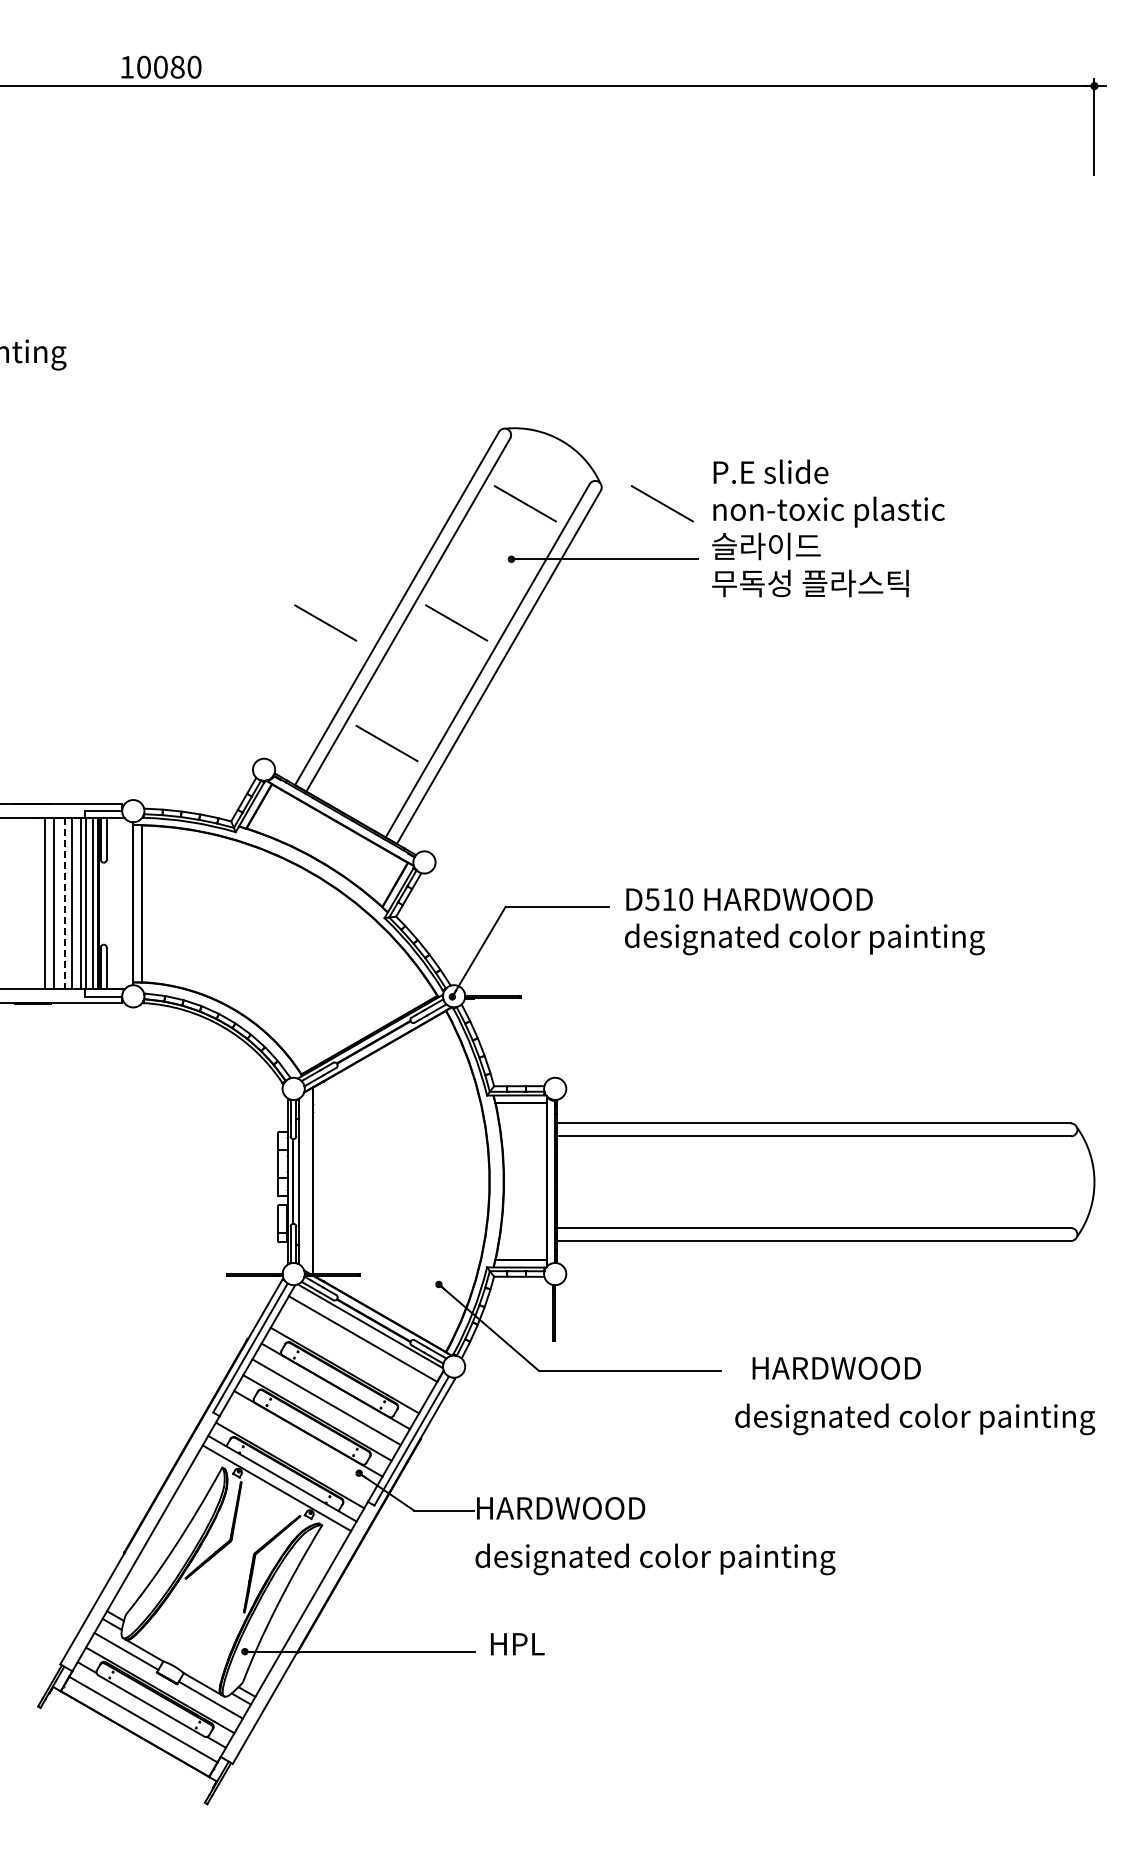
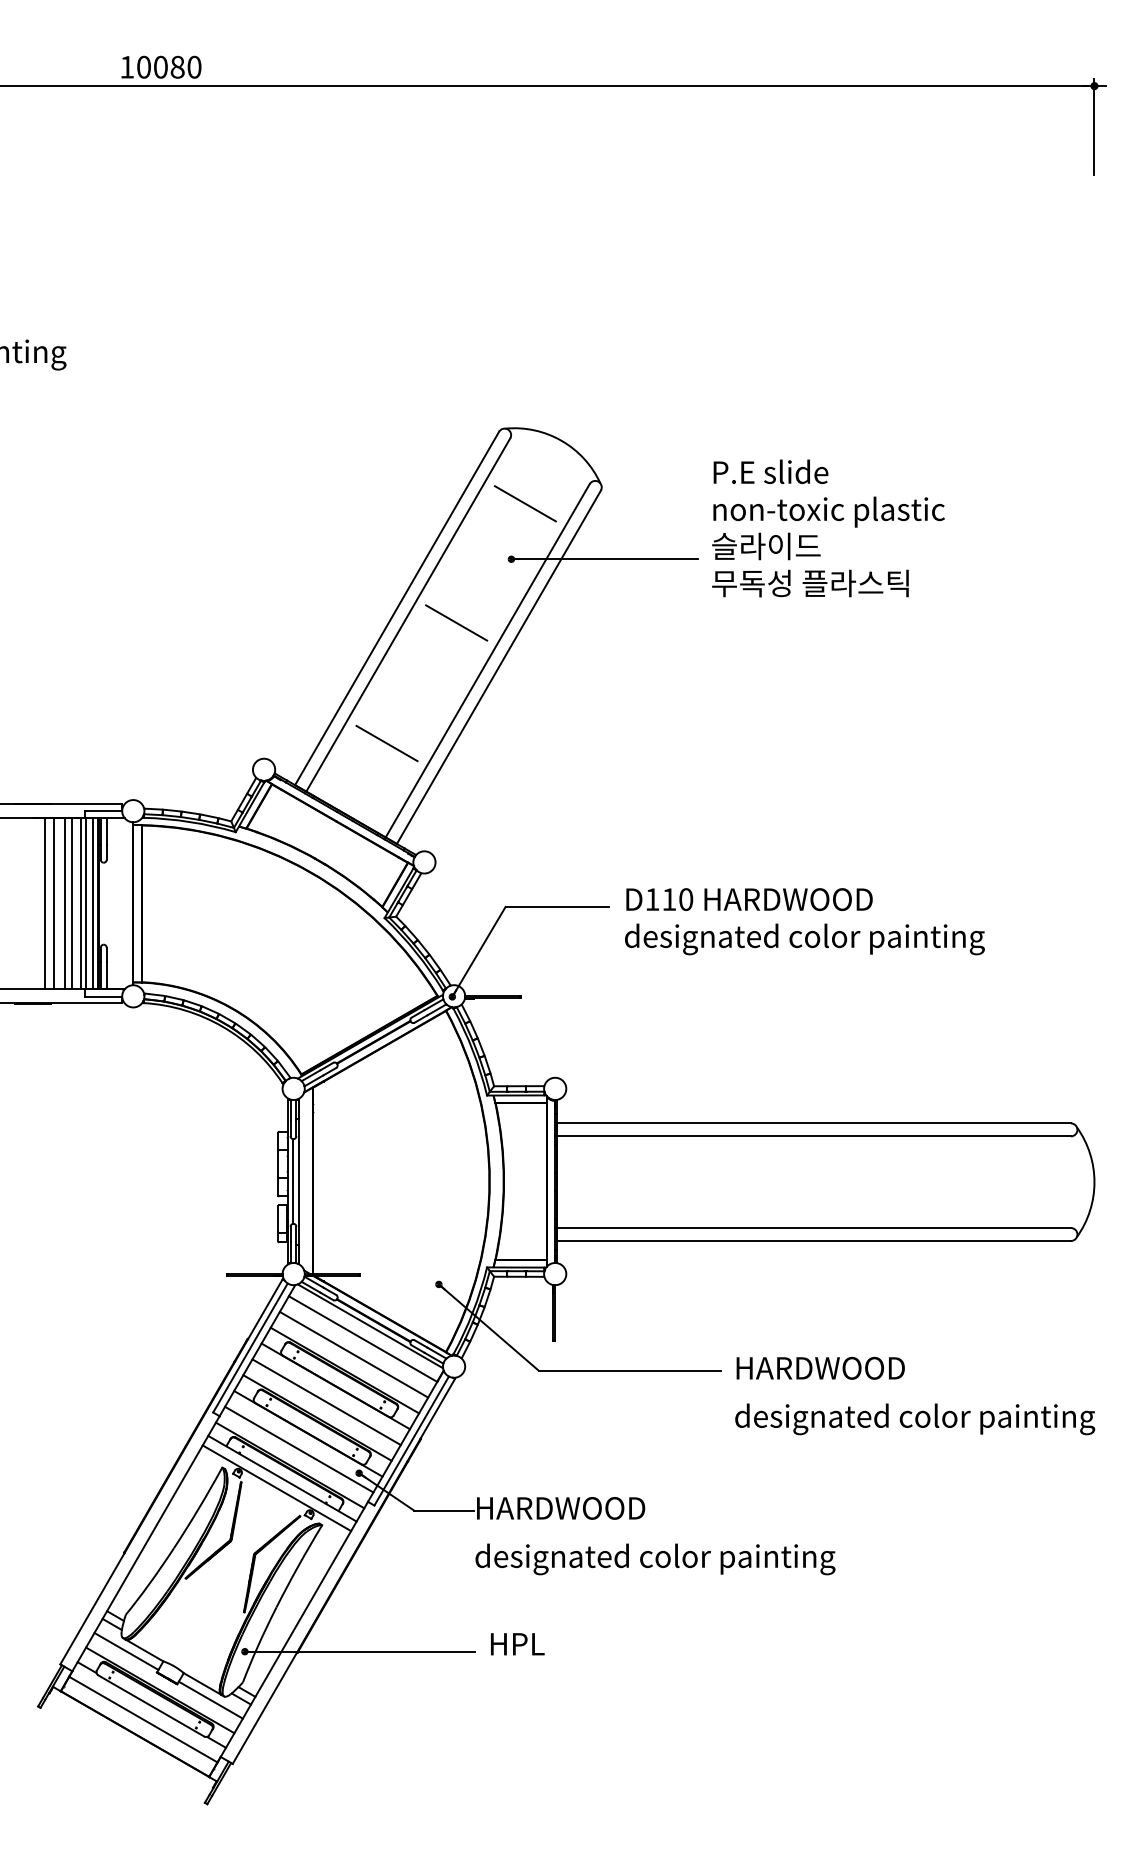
line at (661, 503): present -> none
line at (325, 622): present -> none
text at (652, 899): D510 -> D110
line at (64, 903): dashed -> solid
line at (353, 1354): none -> present
text at (836, 1367) position: (836, 1367) -> (820, 1367)
line at (299, 1449): none -> present
